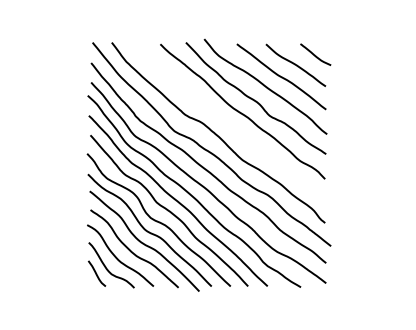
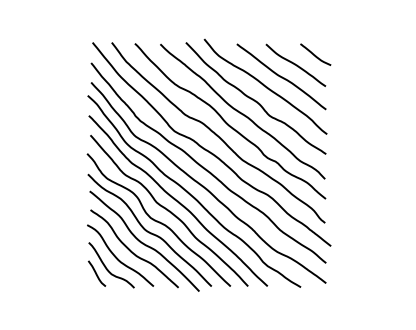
curve at (228, 123): none -> present
